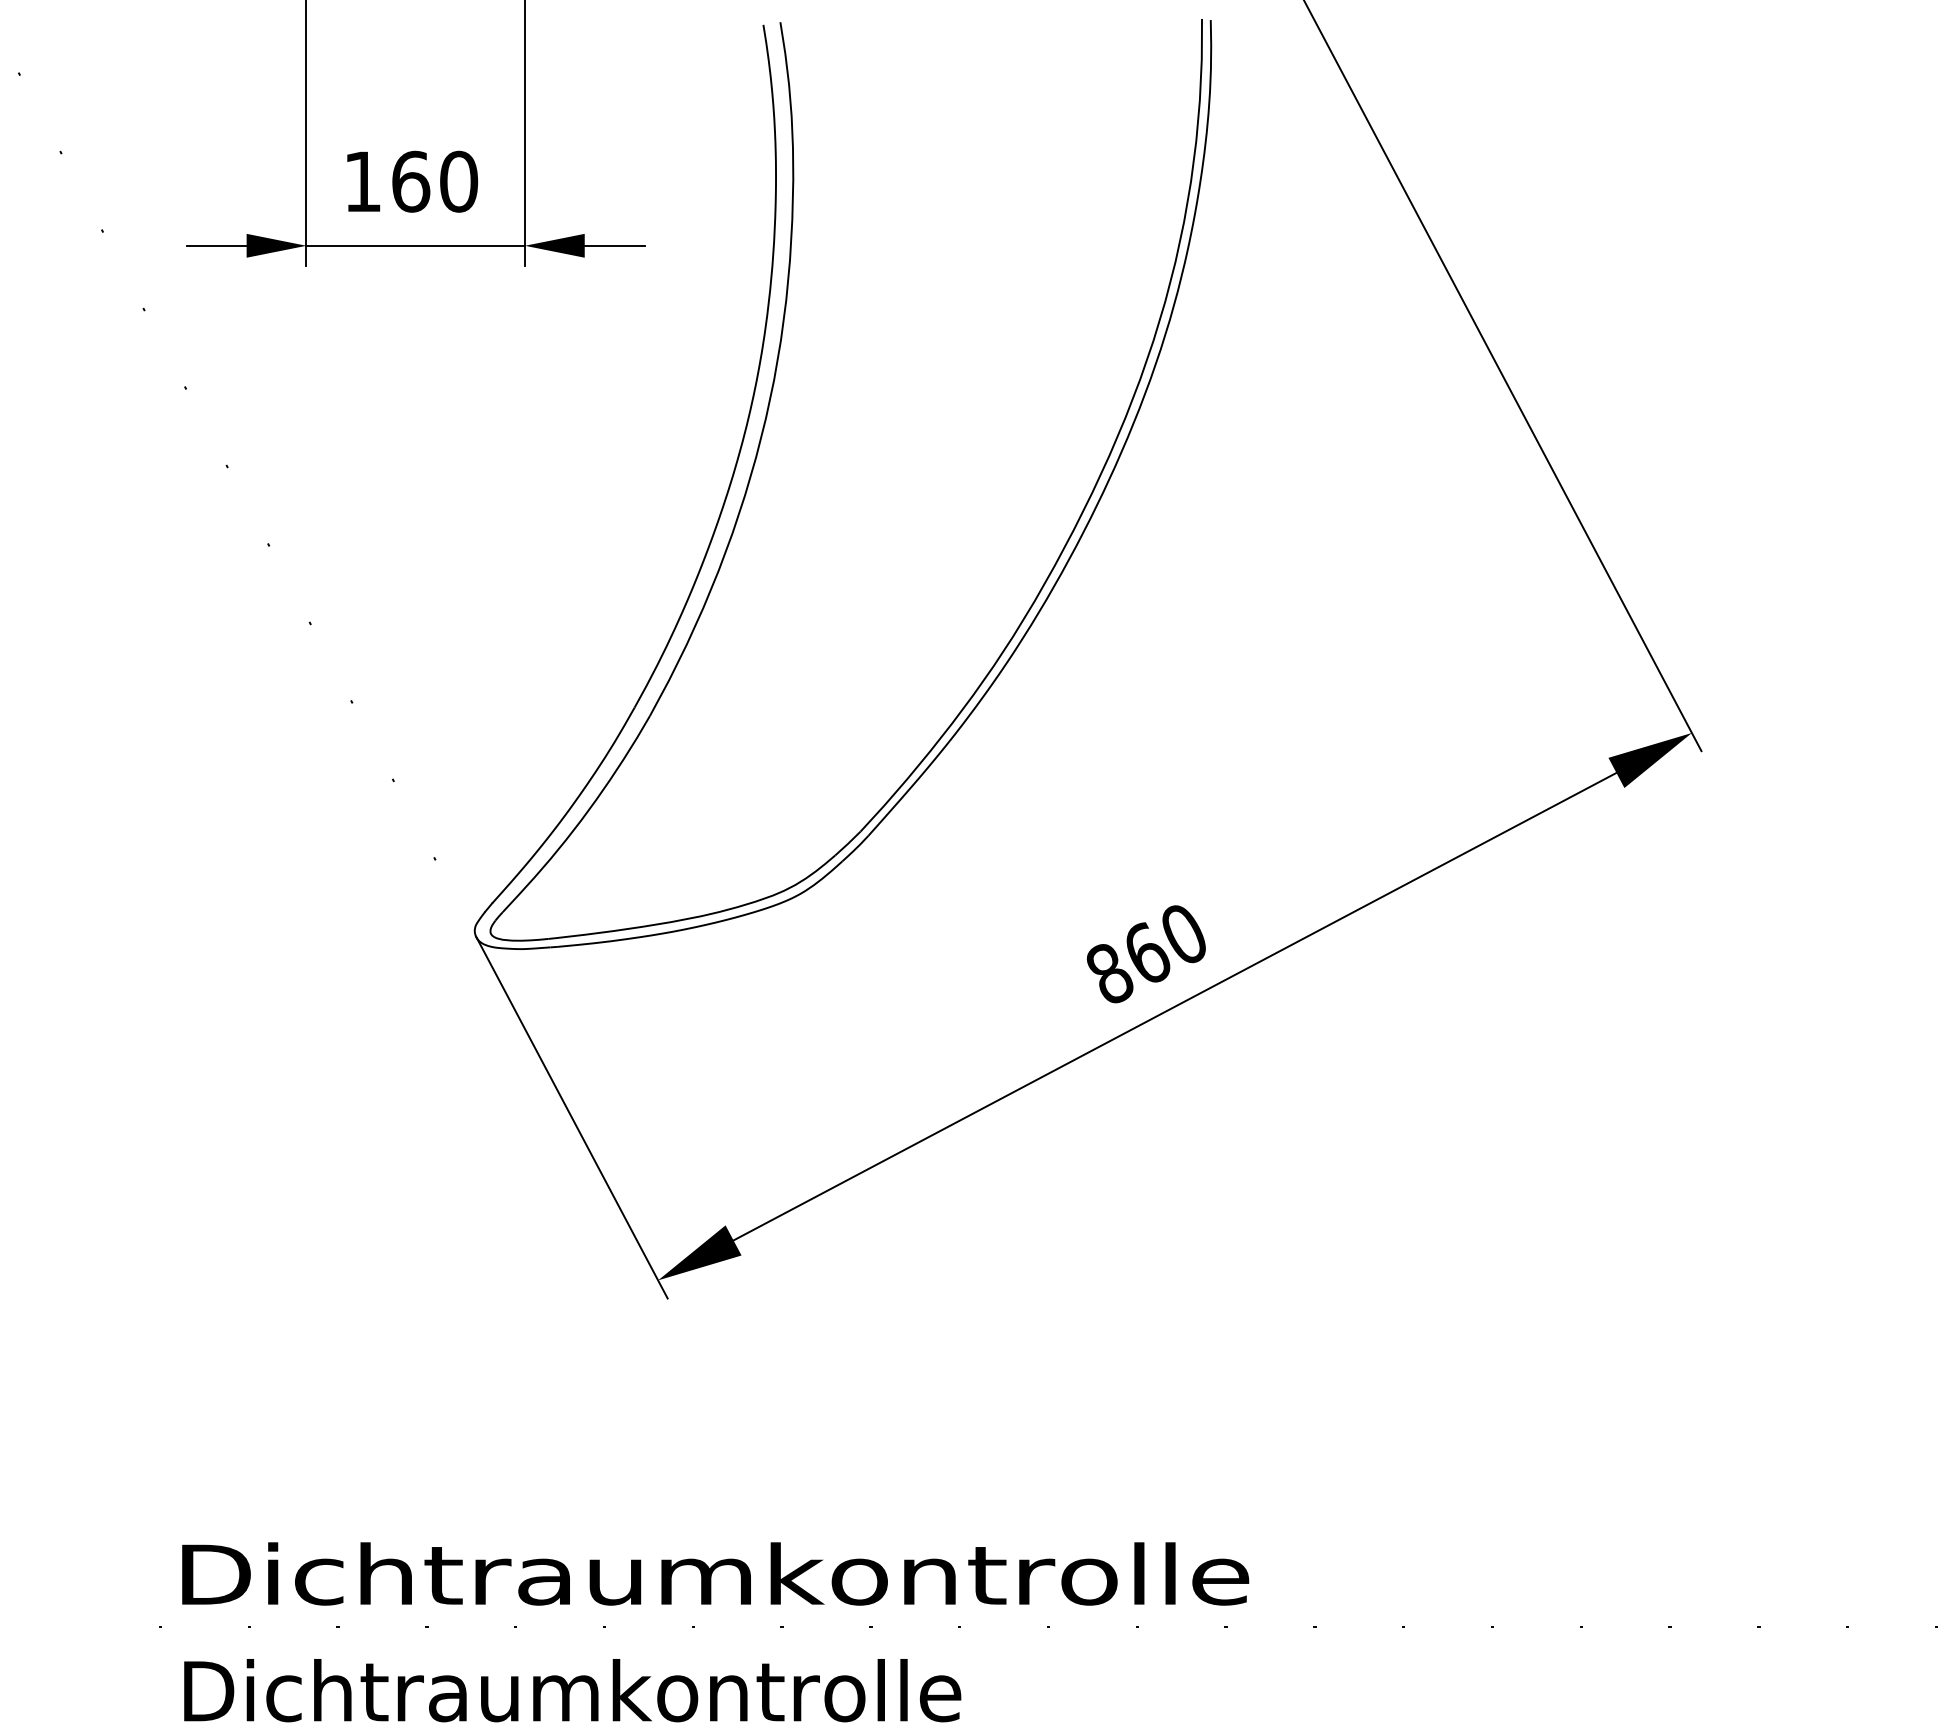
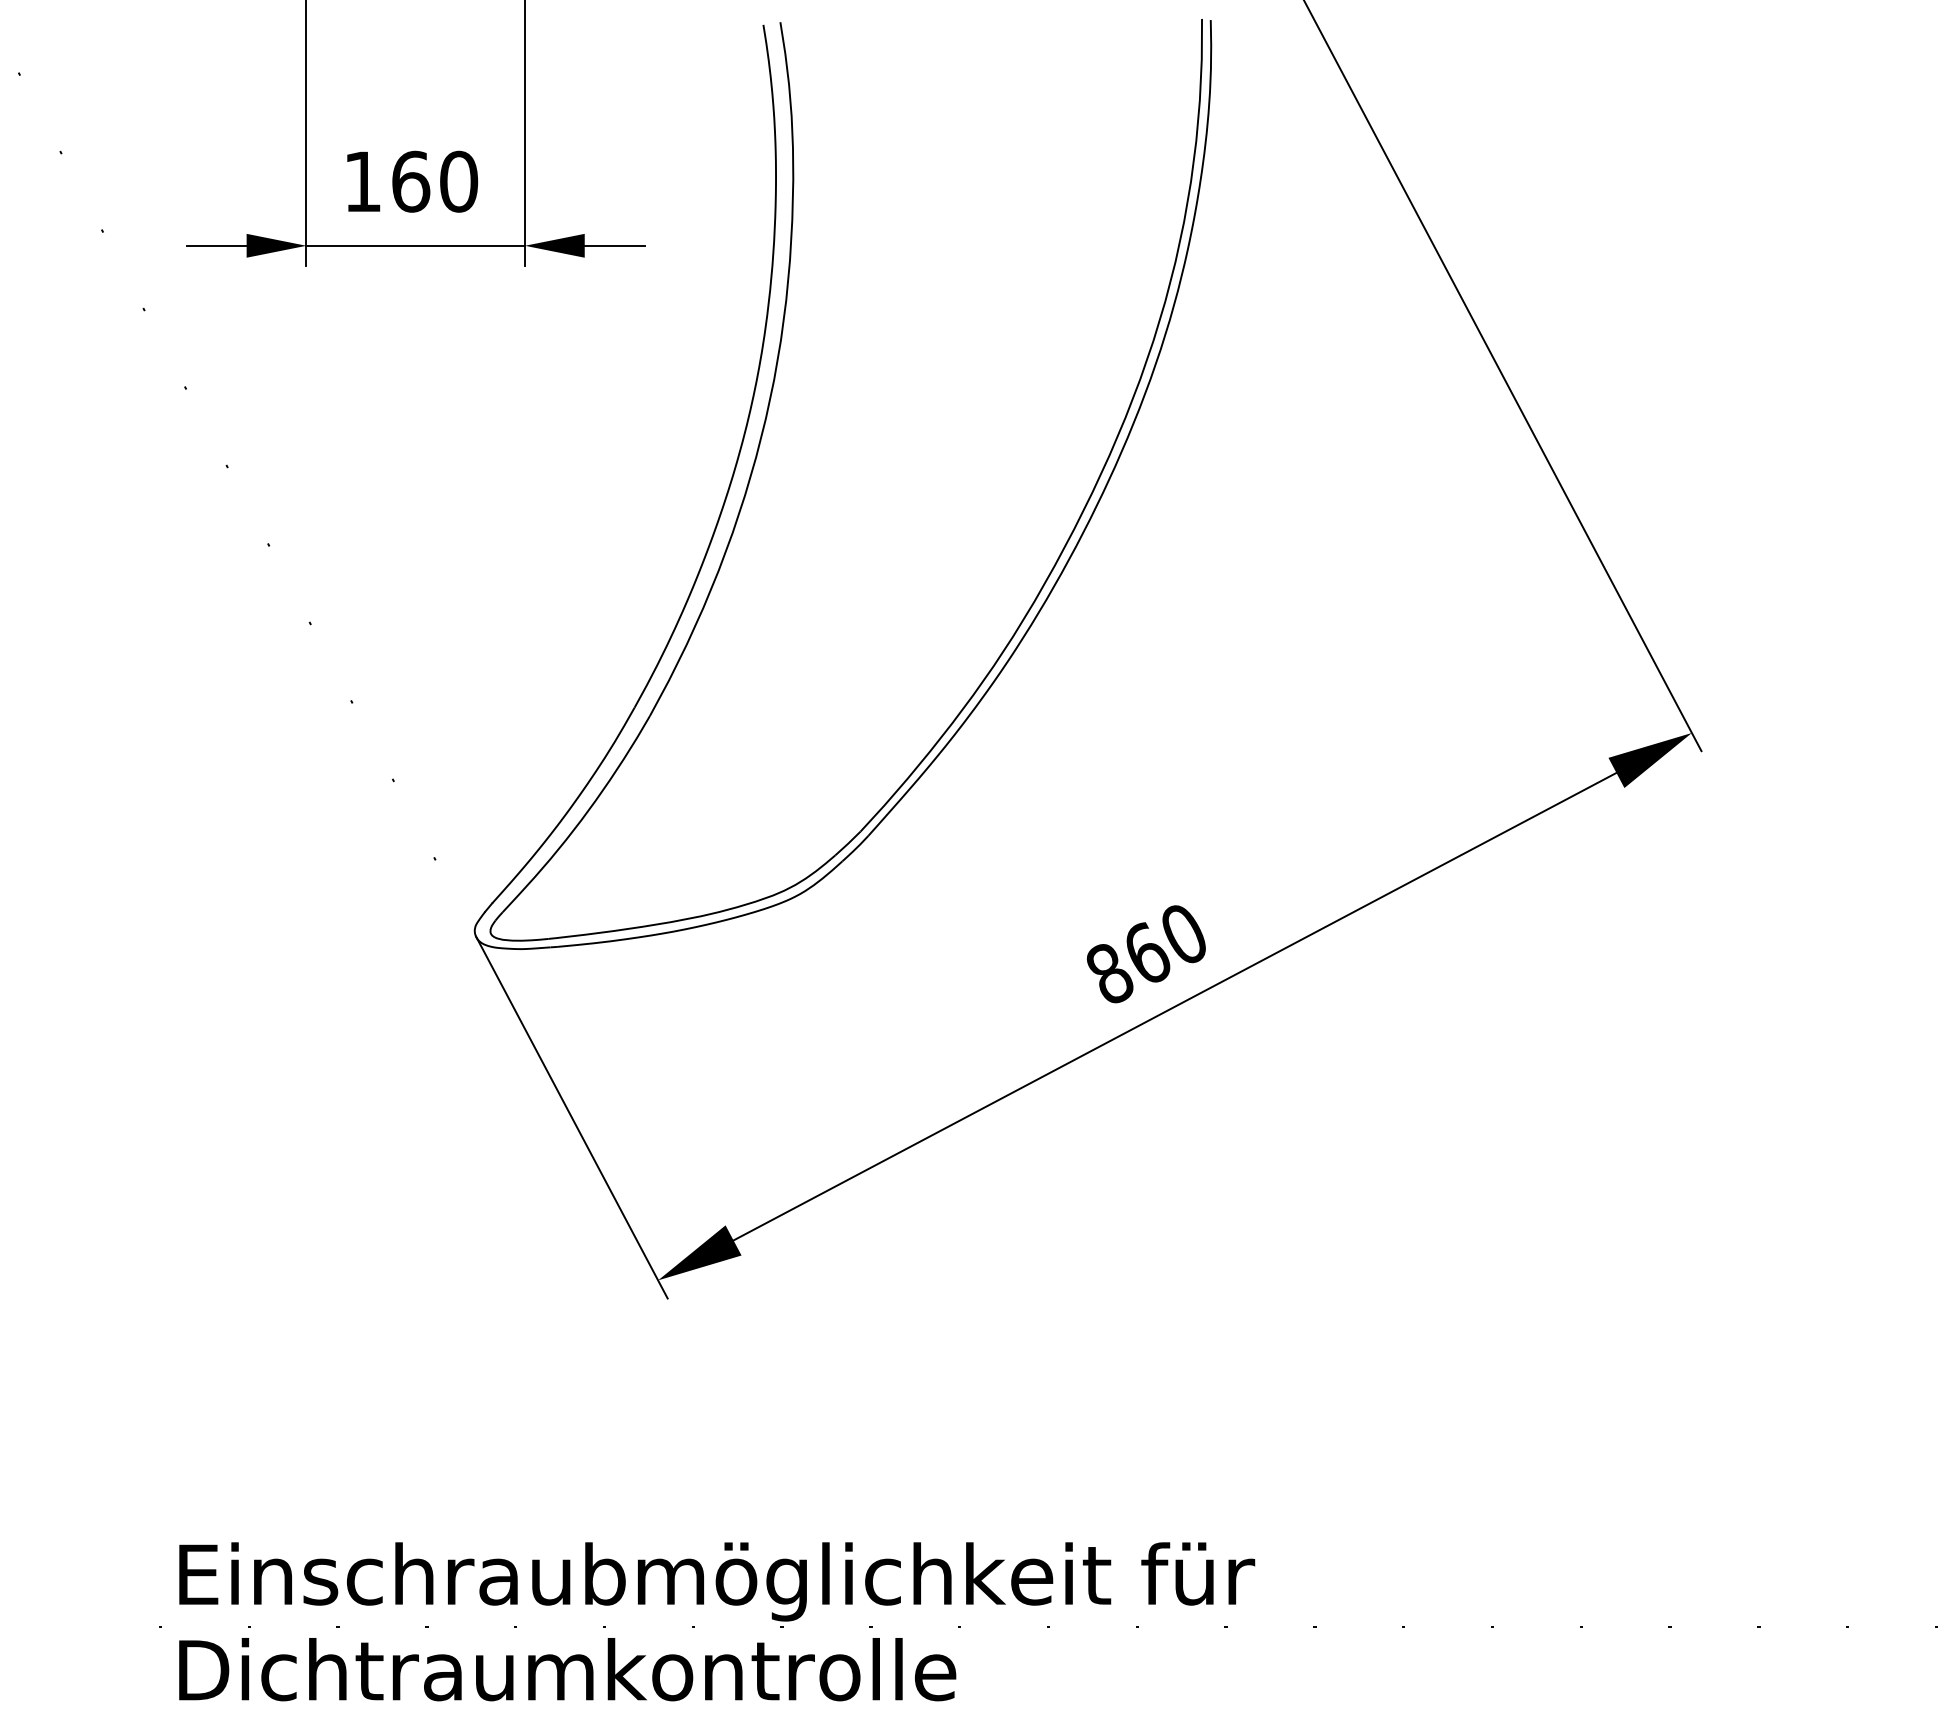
text at (717, 1581): Dichtraumkontrolle -> Einschraubmöglichkeit für
text at (572, 1690) position: (572, 1690) -> (567, 1669)
